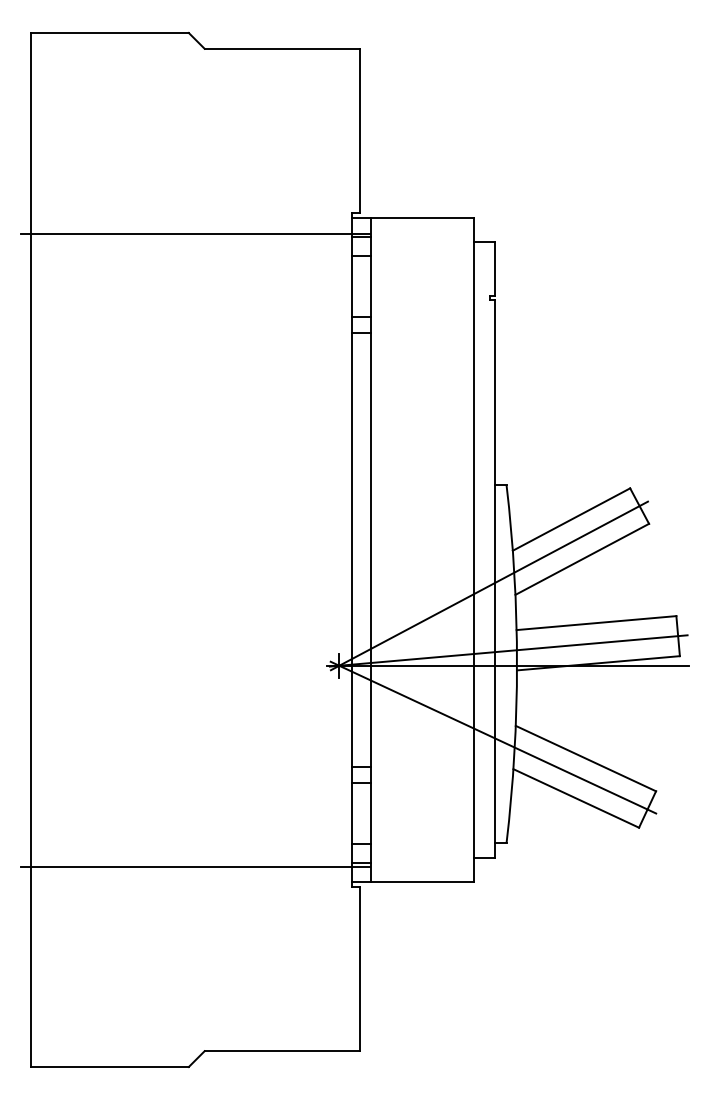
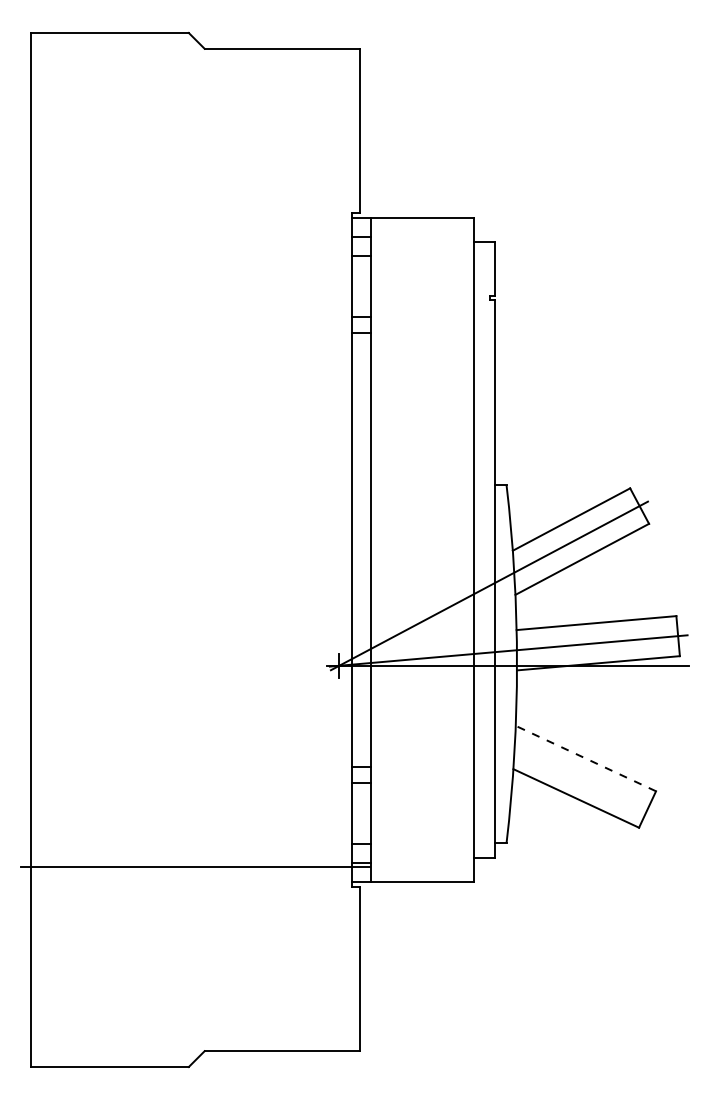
line at (195, 234): present -> none
line at (493, 737): present -> none
line at (585, 758): solid -> dashed
